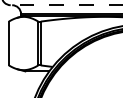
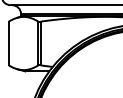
line at (66, 5): dashed -> solid
